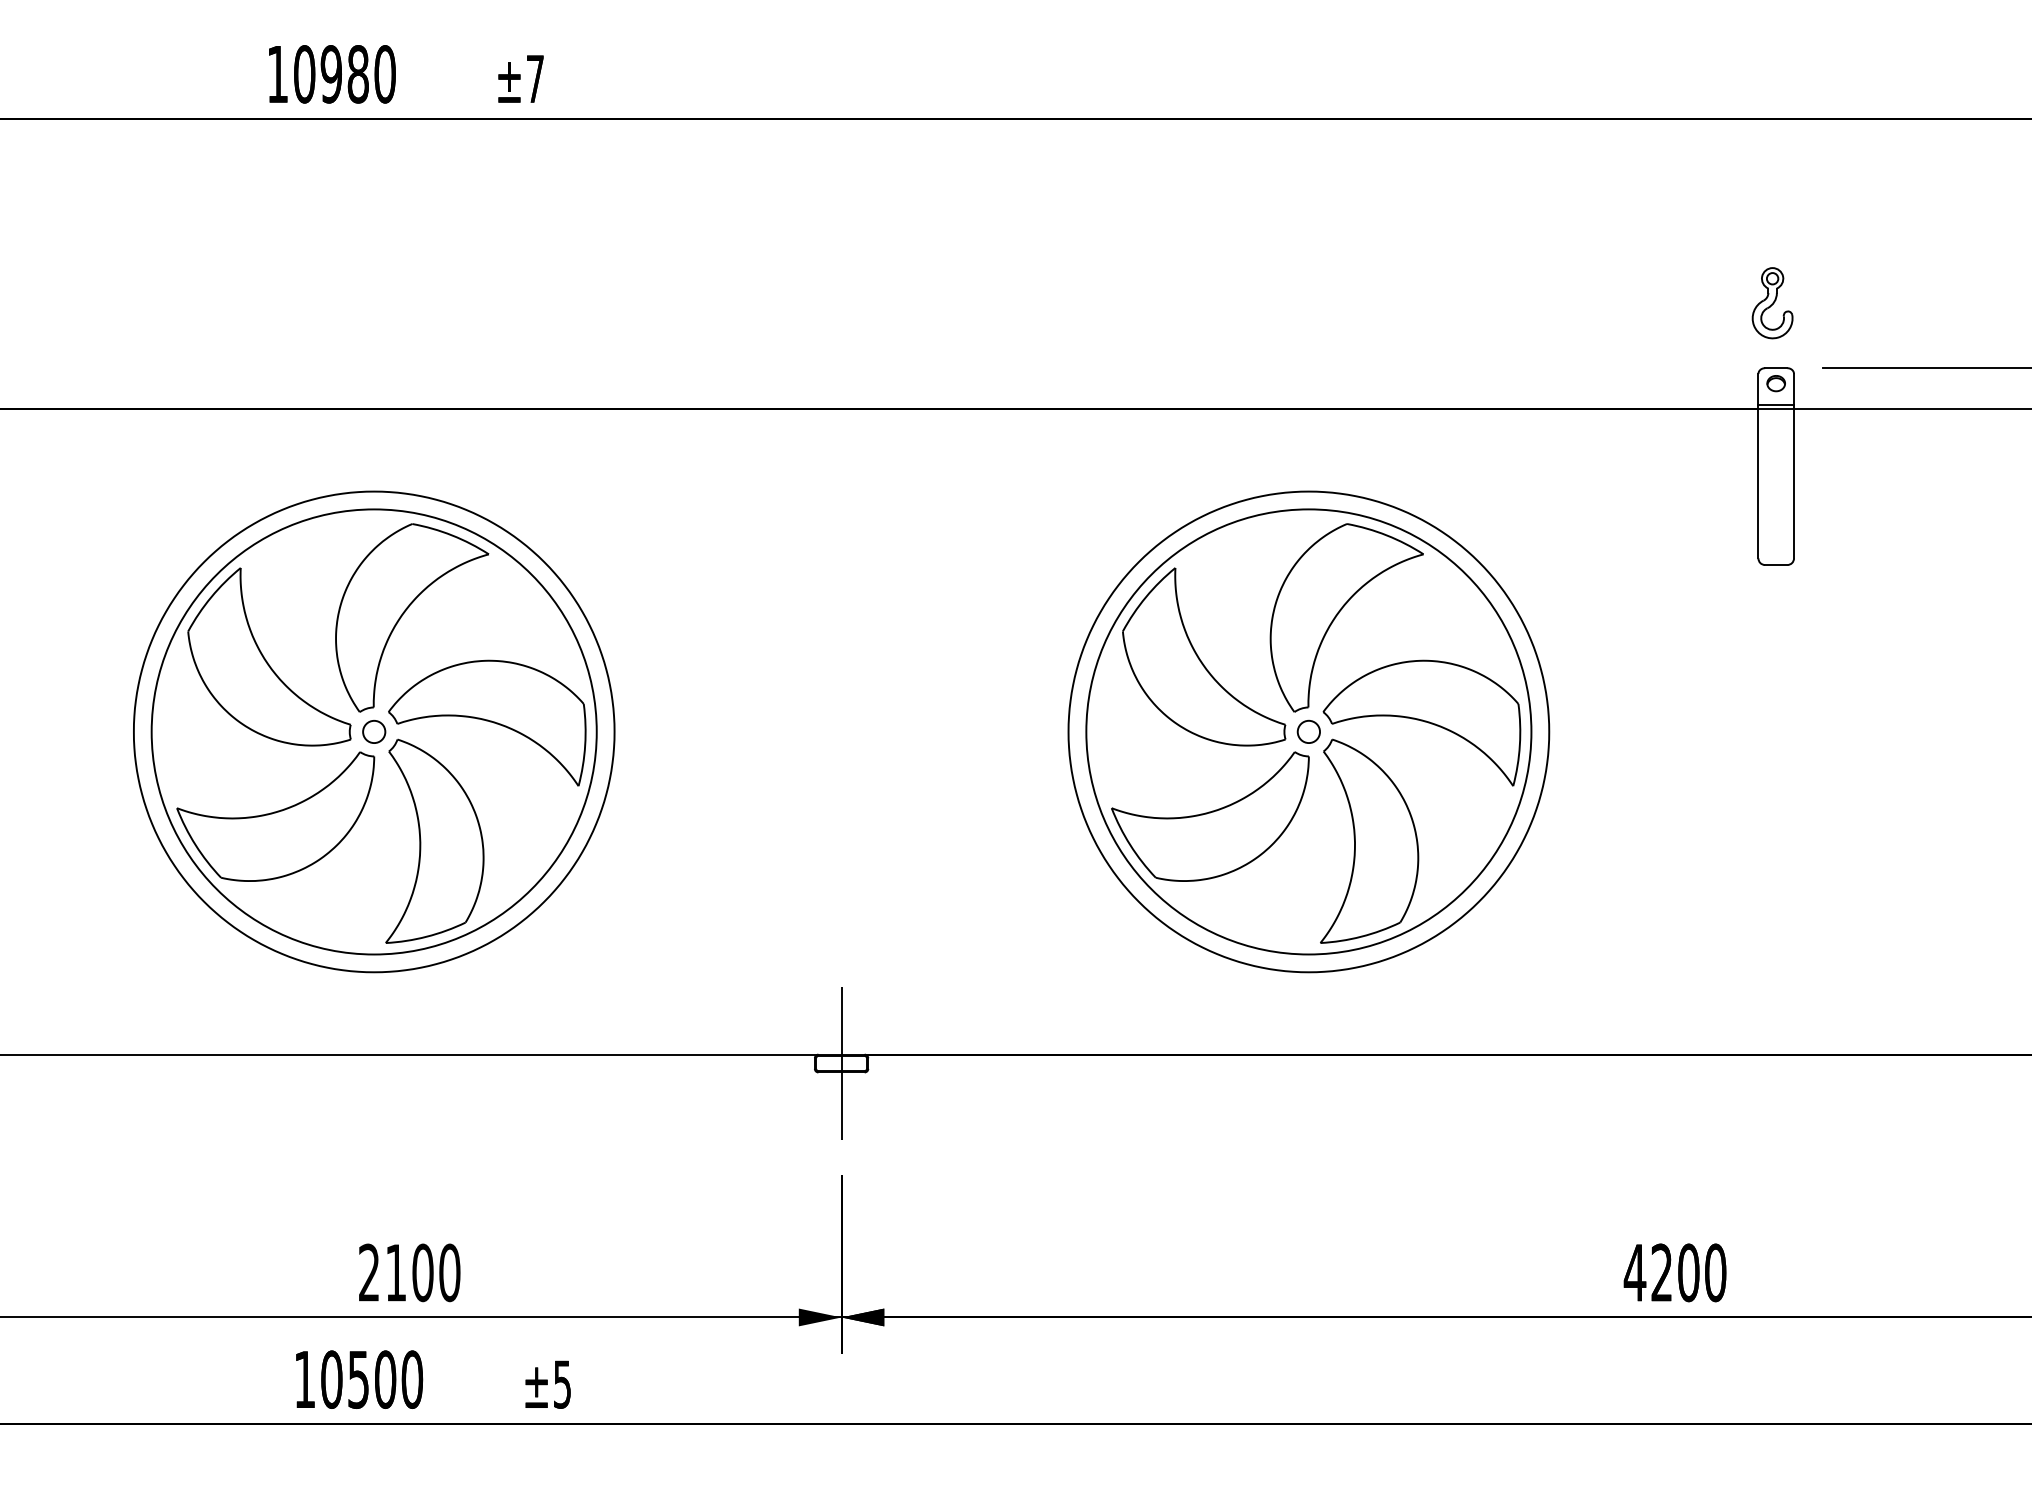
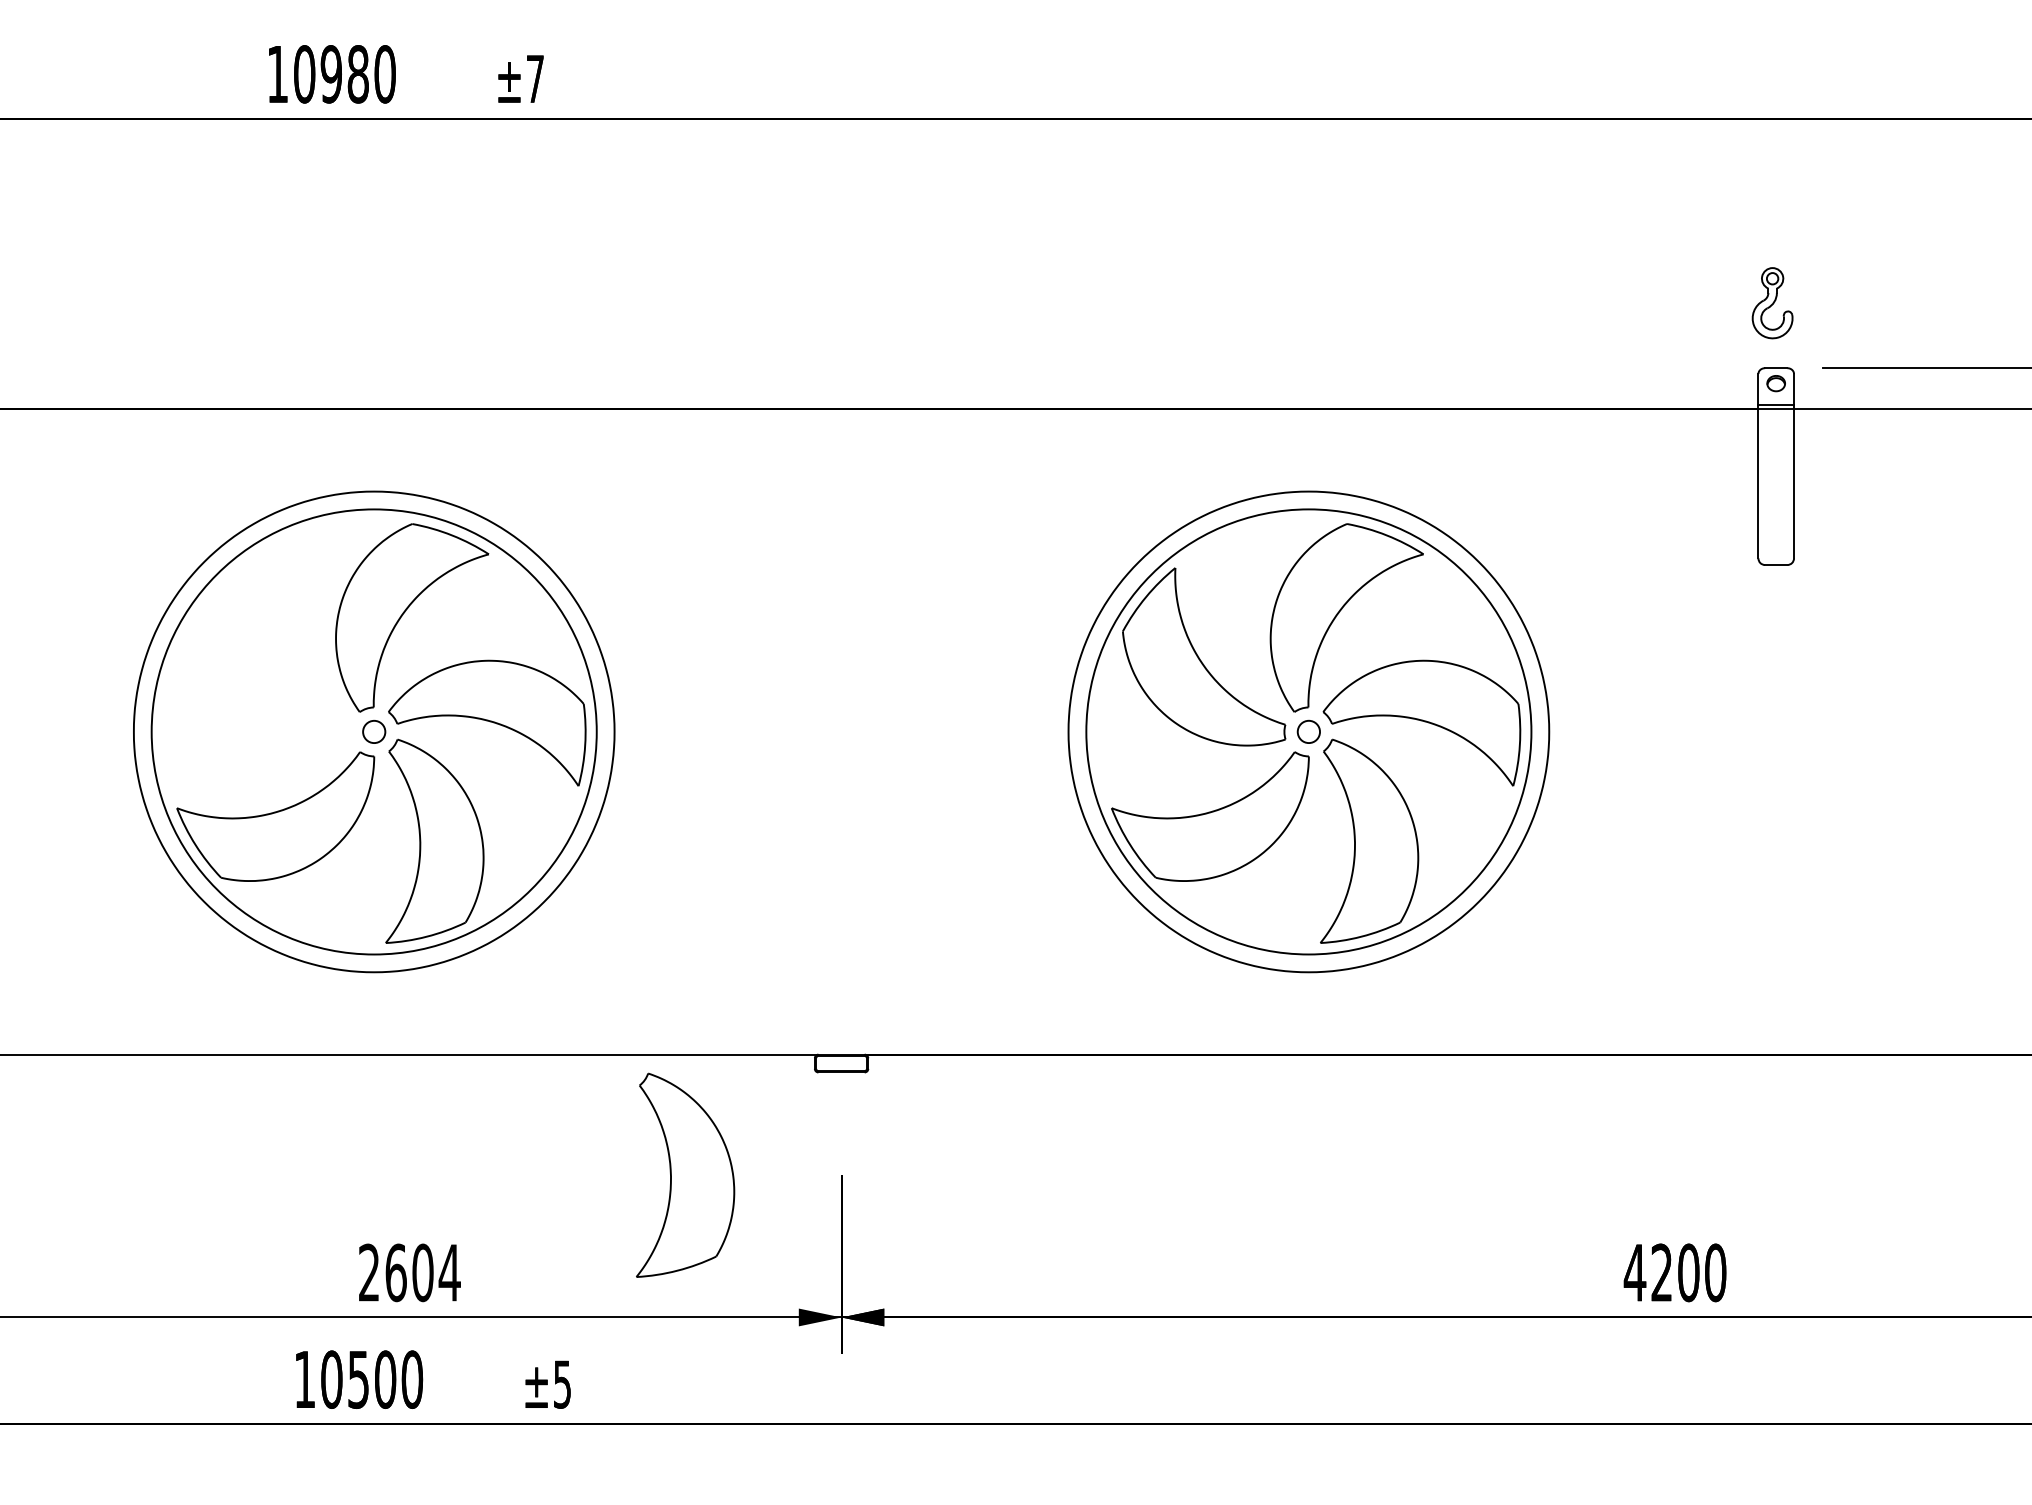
part at (269, 656): present -> none
line at (841, 1063): present -> none
part at (685, 1174): none -> present
text at (422, 1272): 2100 -> 2604
